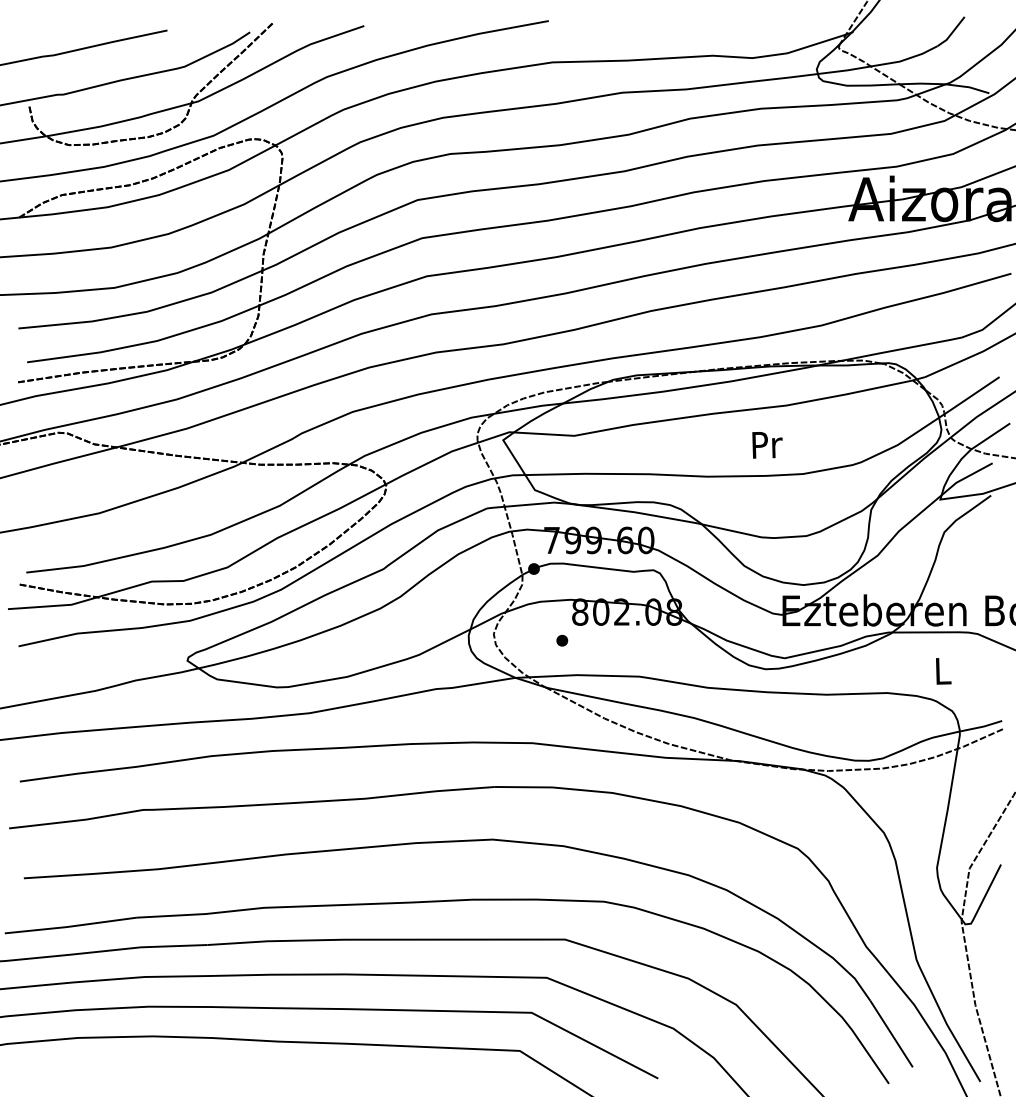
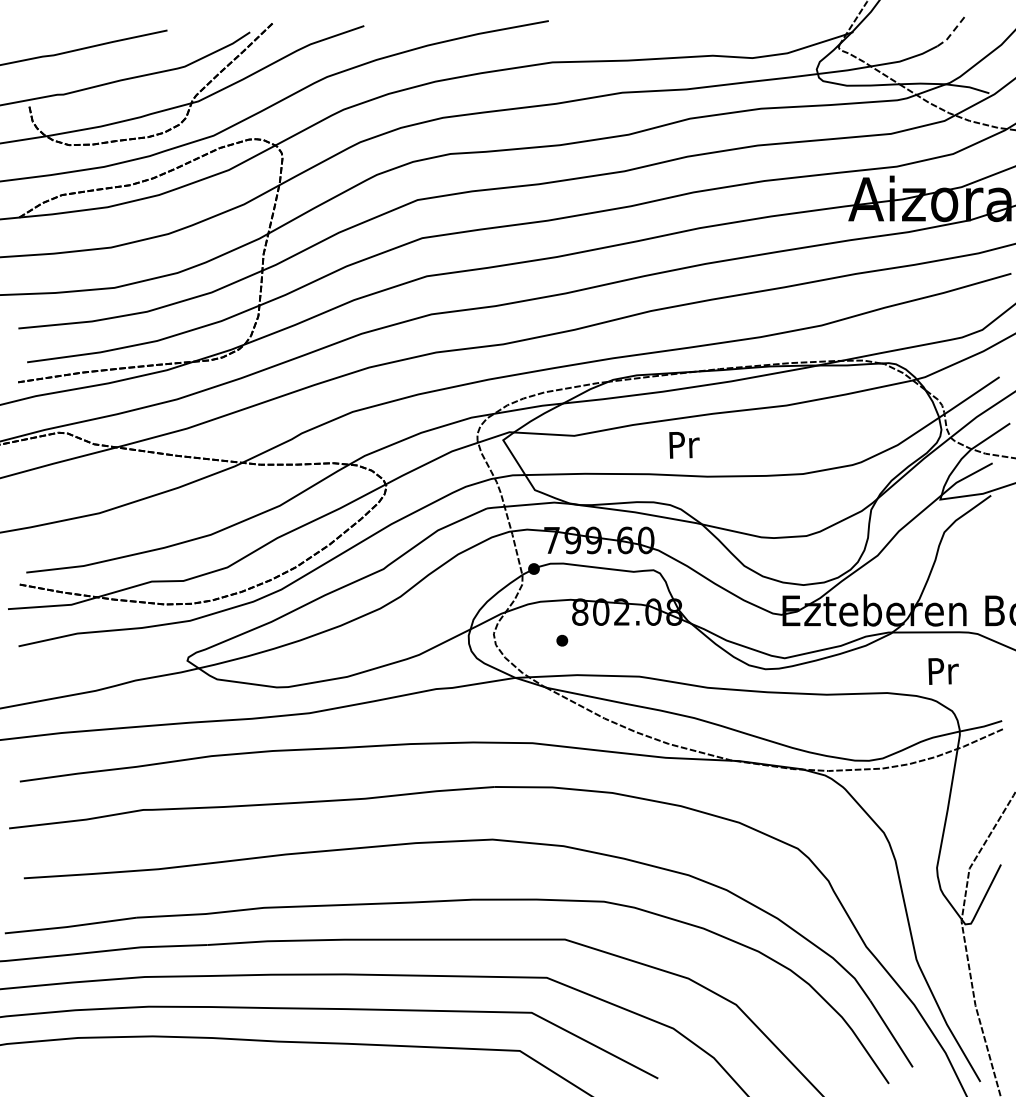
line at (952, 33): solid -> dashed
text at (767, 445) position: (767, 445) -> (684, 445)
text at (943, 671): L -> Pr
